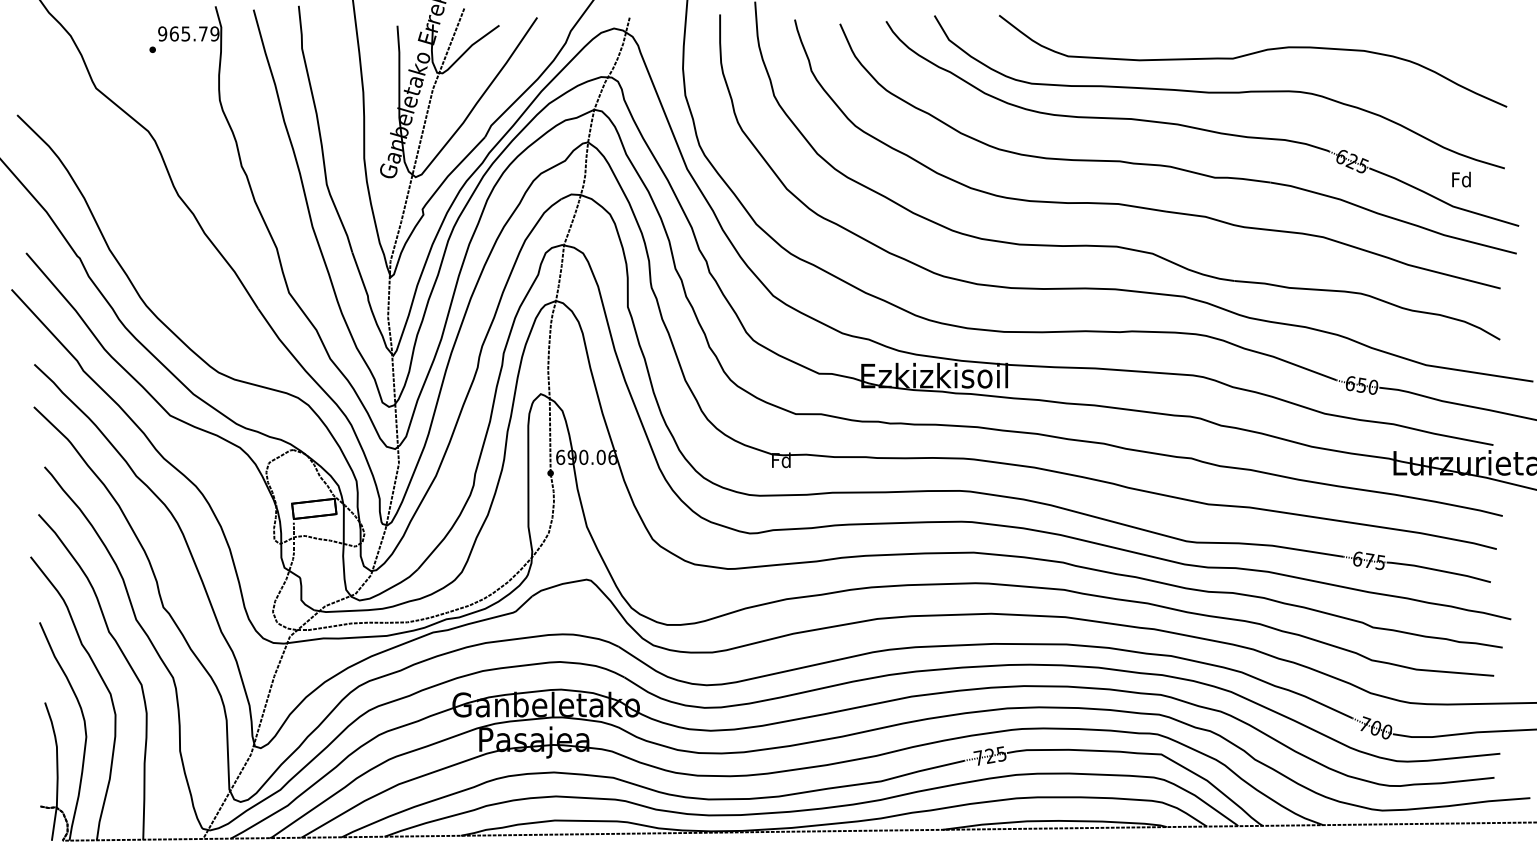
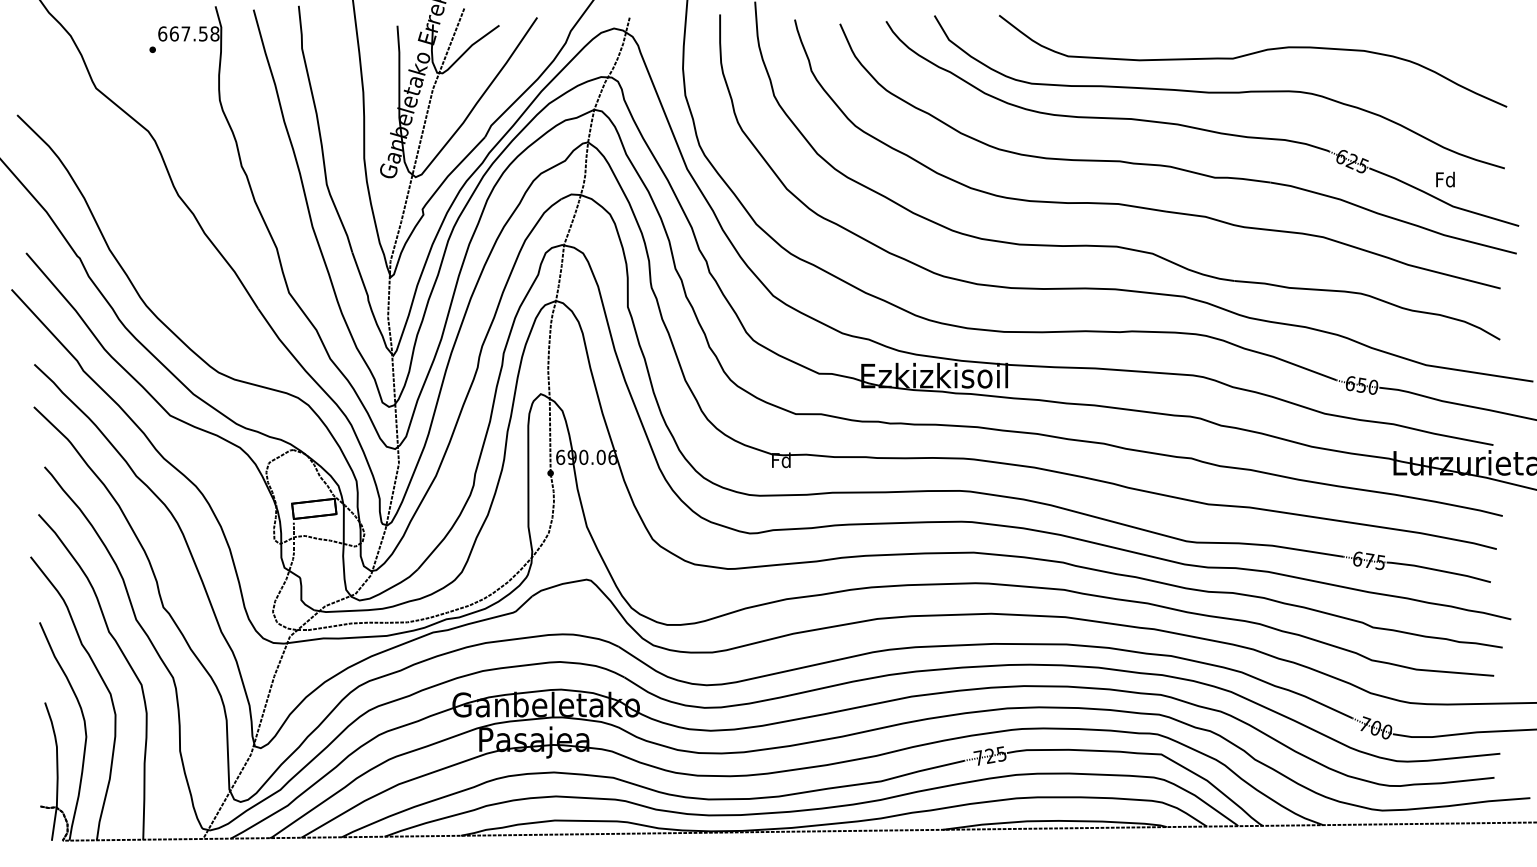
text at (188, 33): 965.79 -> 667.58
text at (1461, 179) position: (1461, 179) -> (1445, 179)
